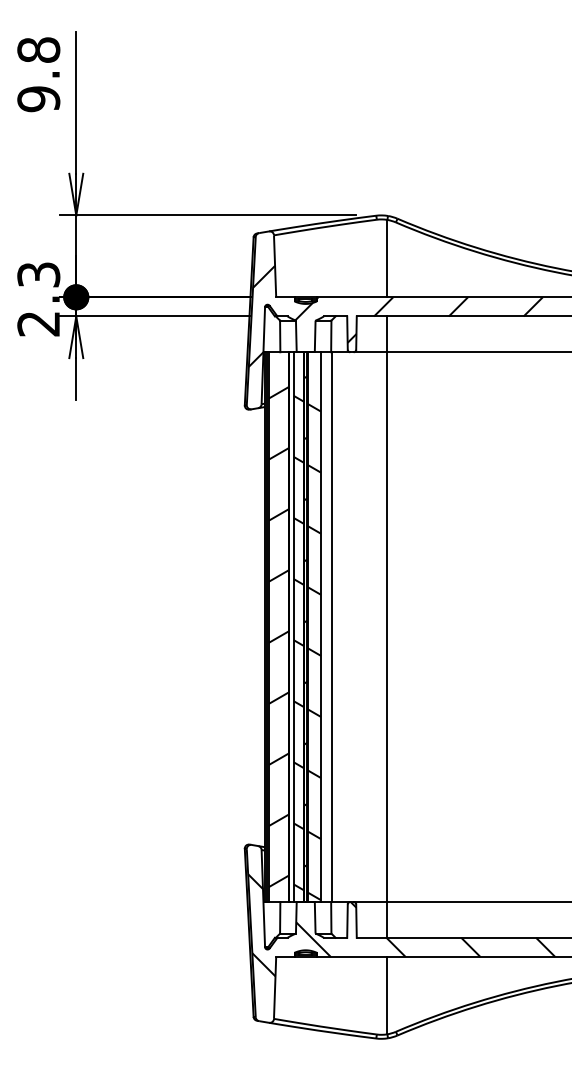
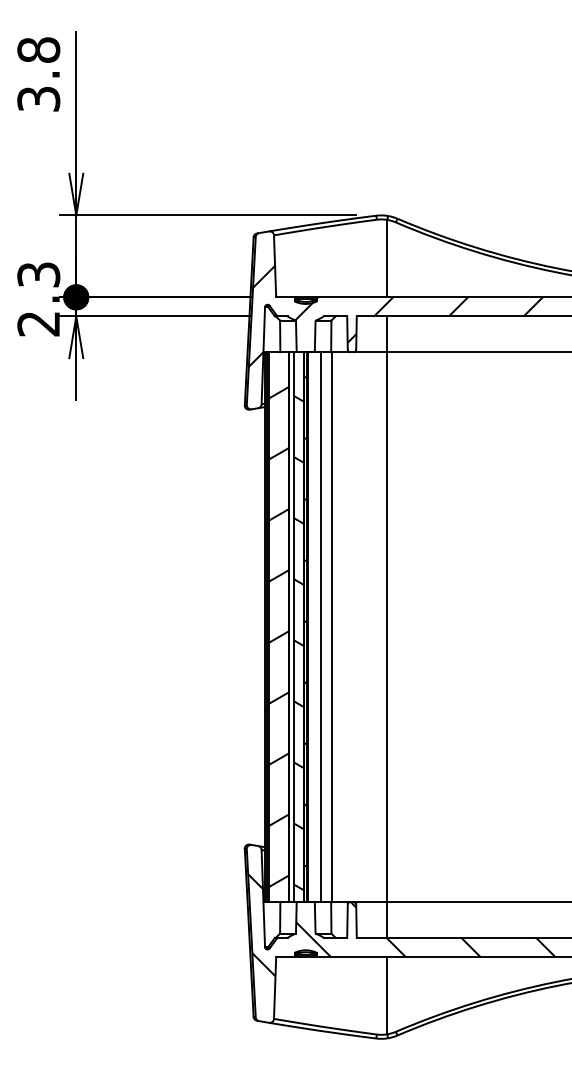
text at (38, 99): 9.8 -> 3.8
hatch at (313, 651): present -> none
